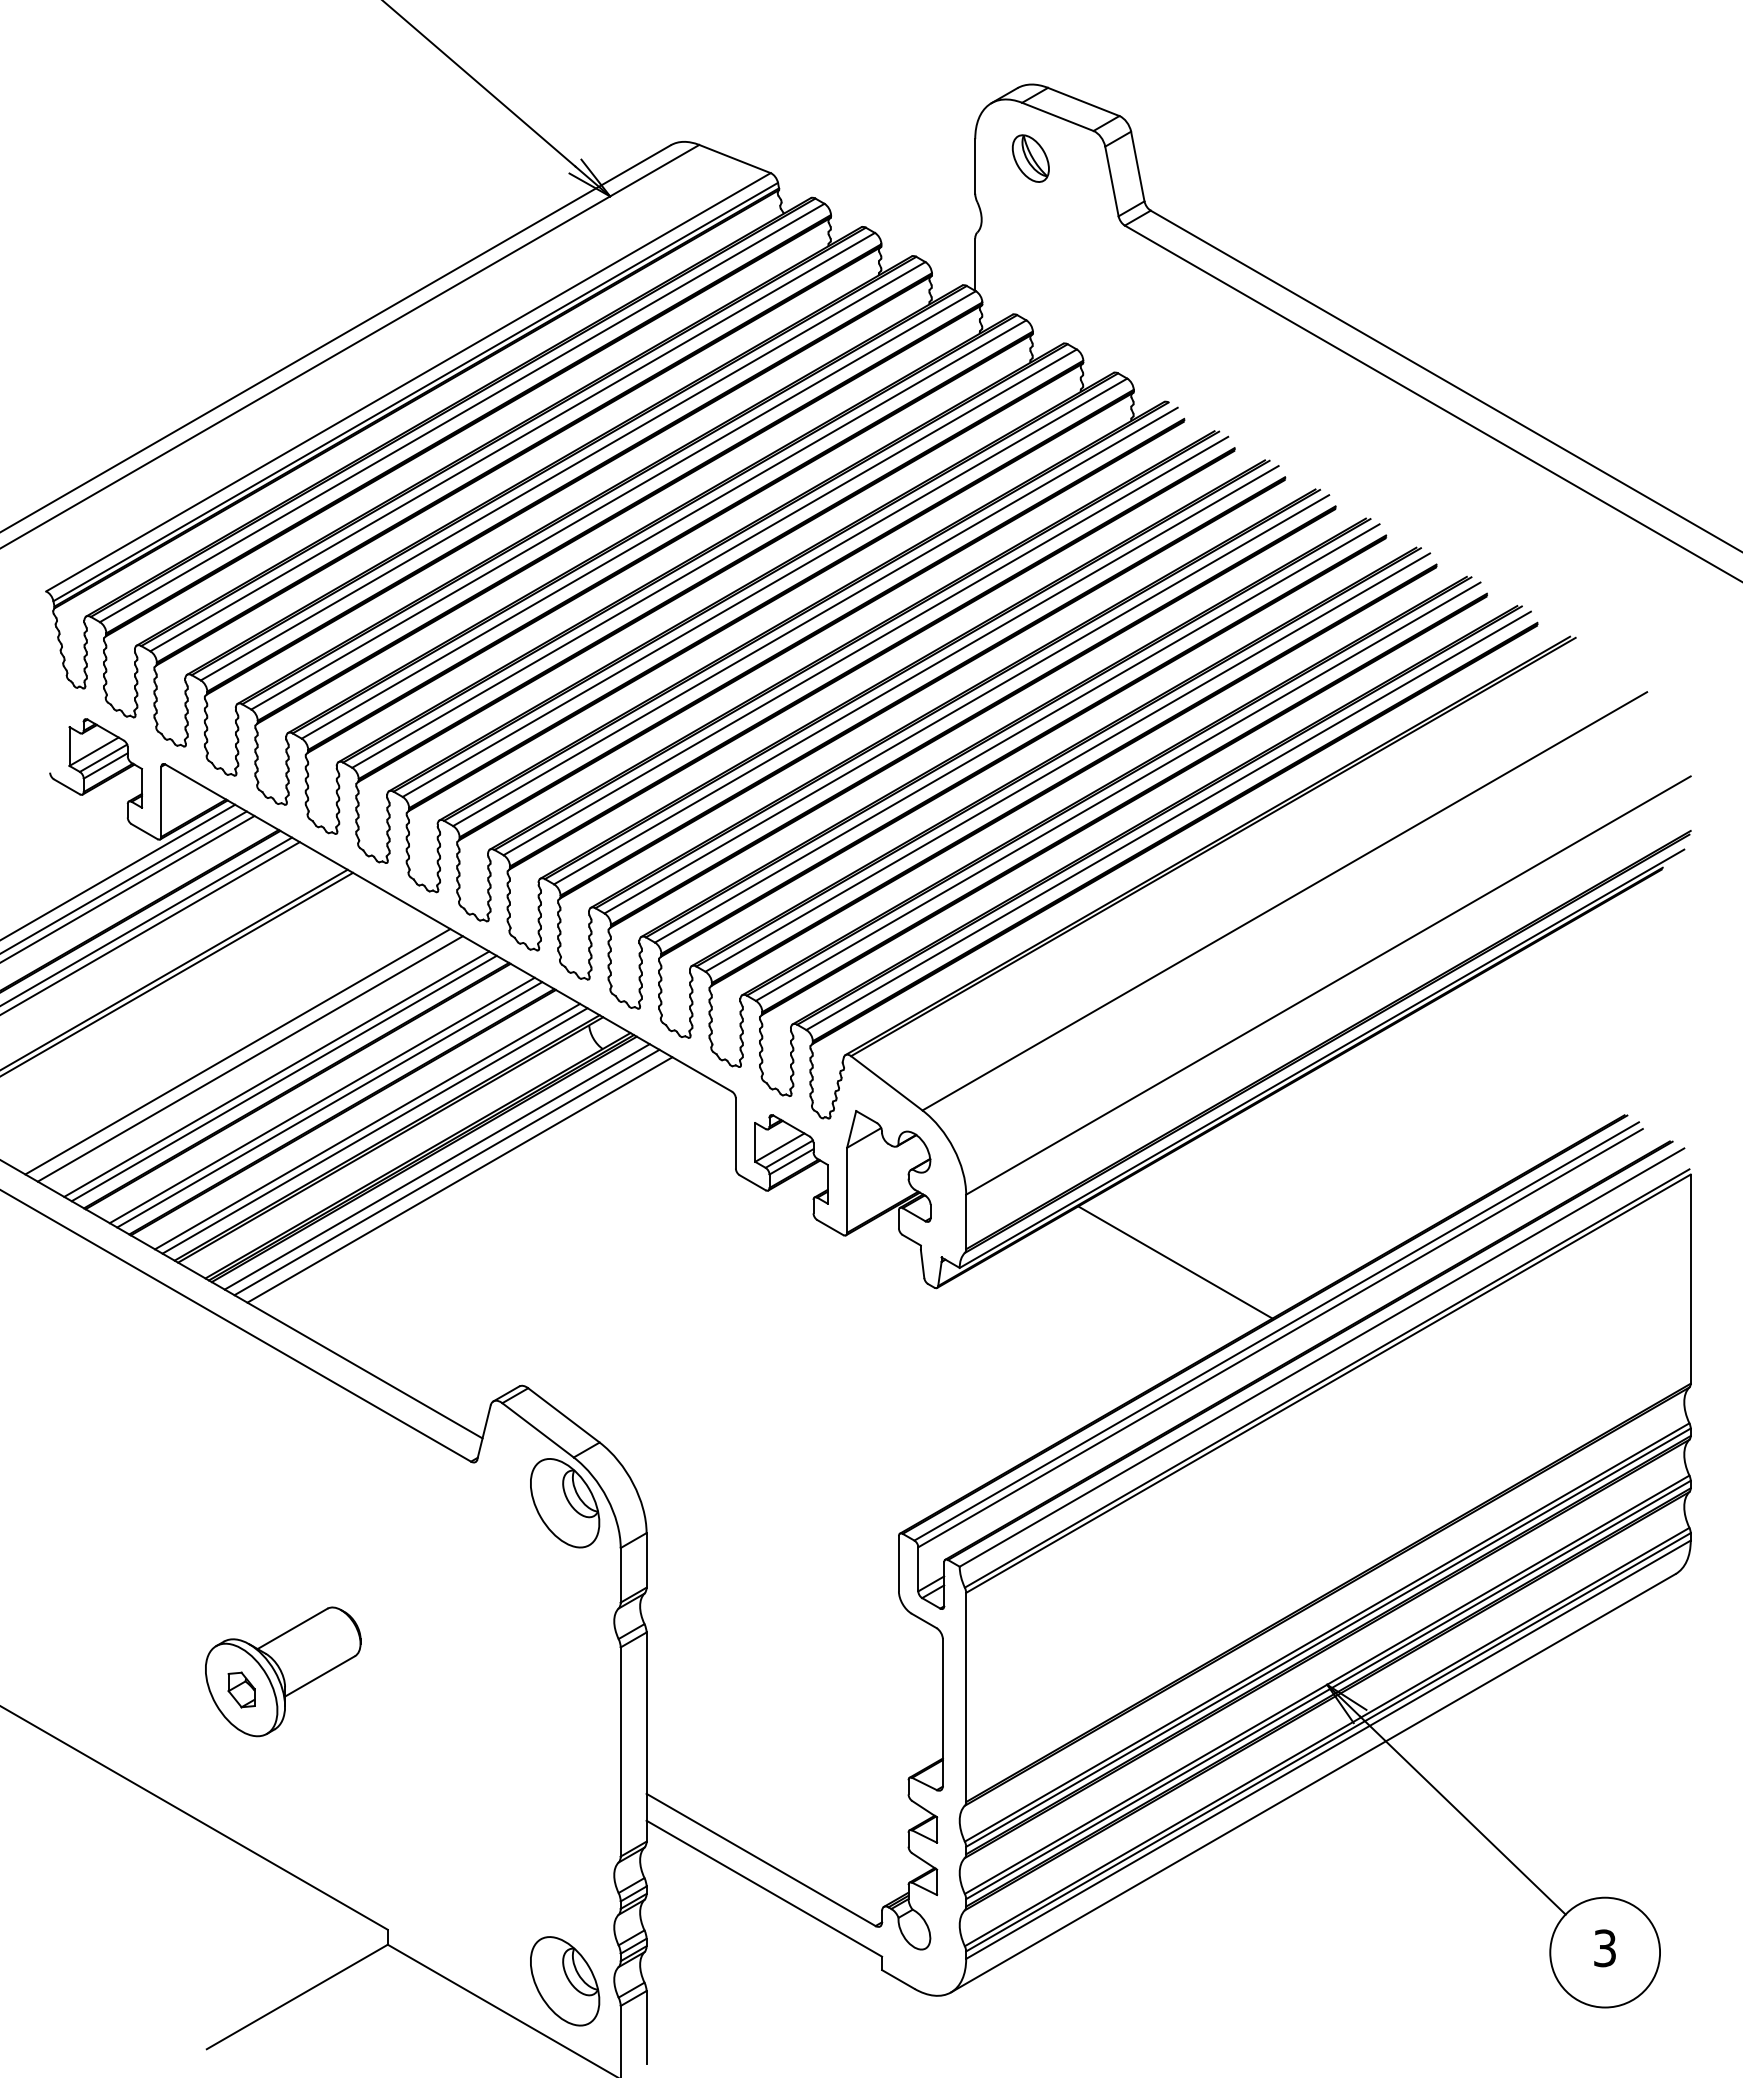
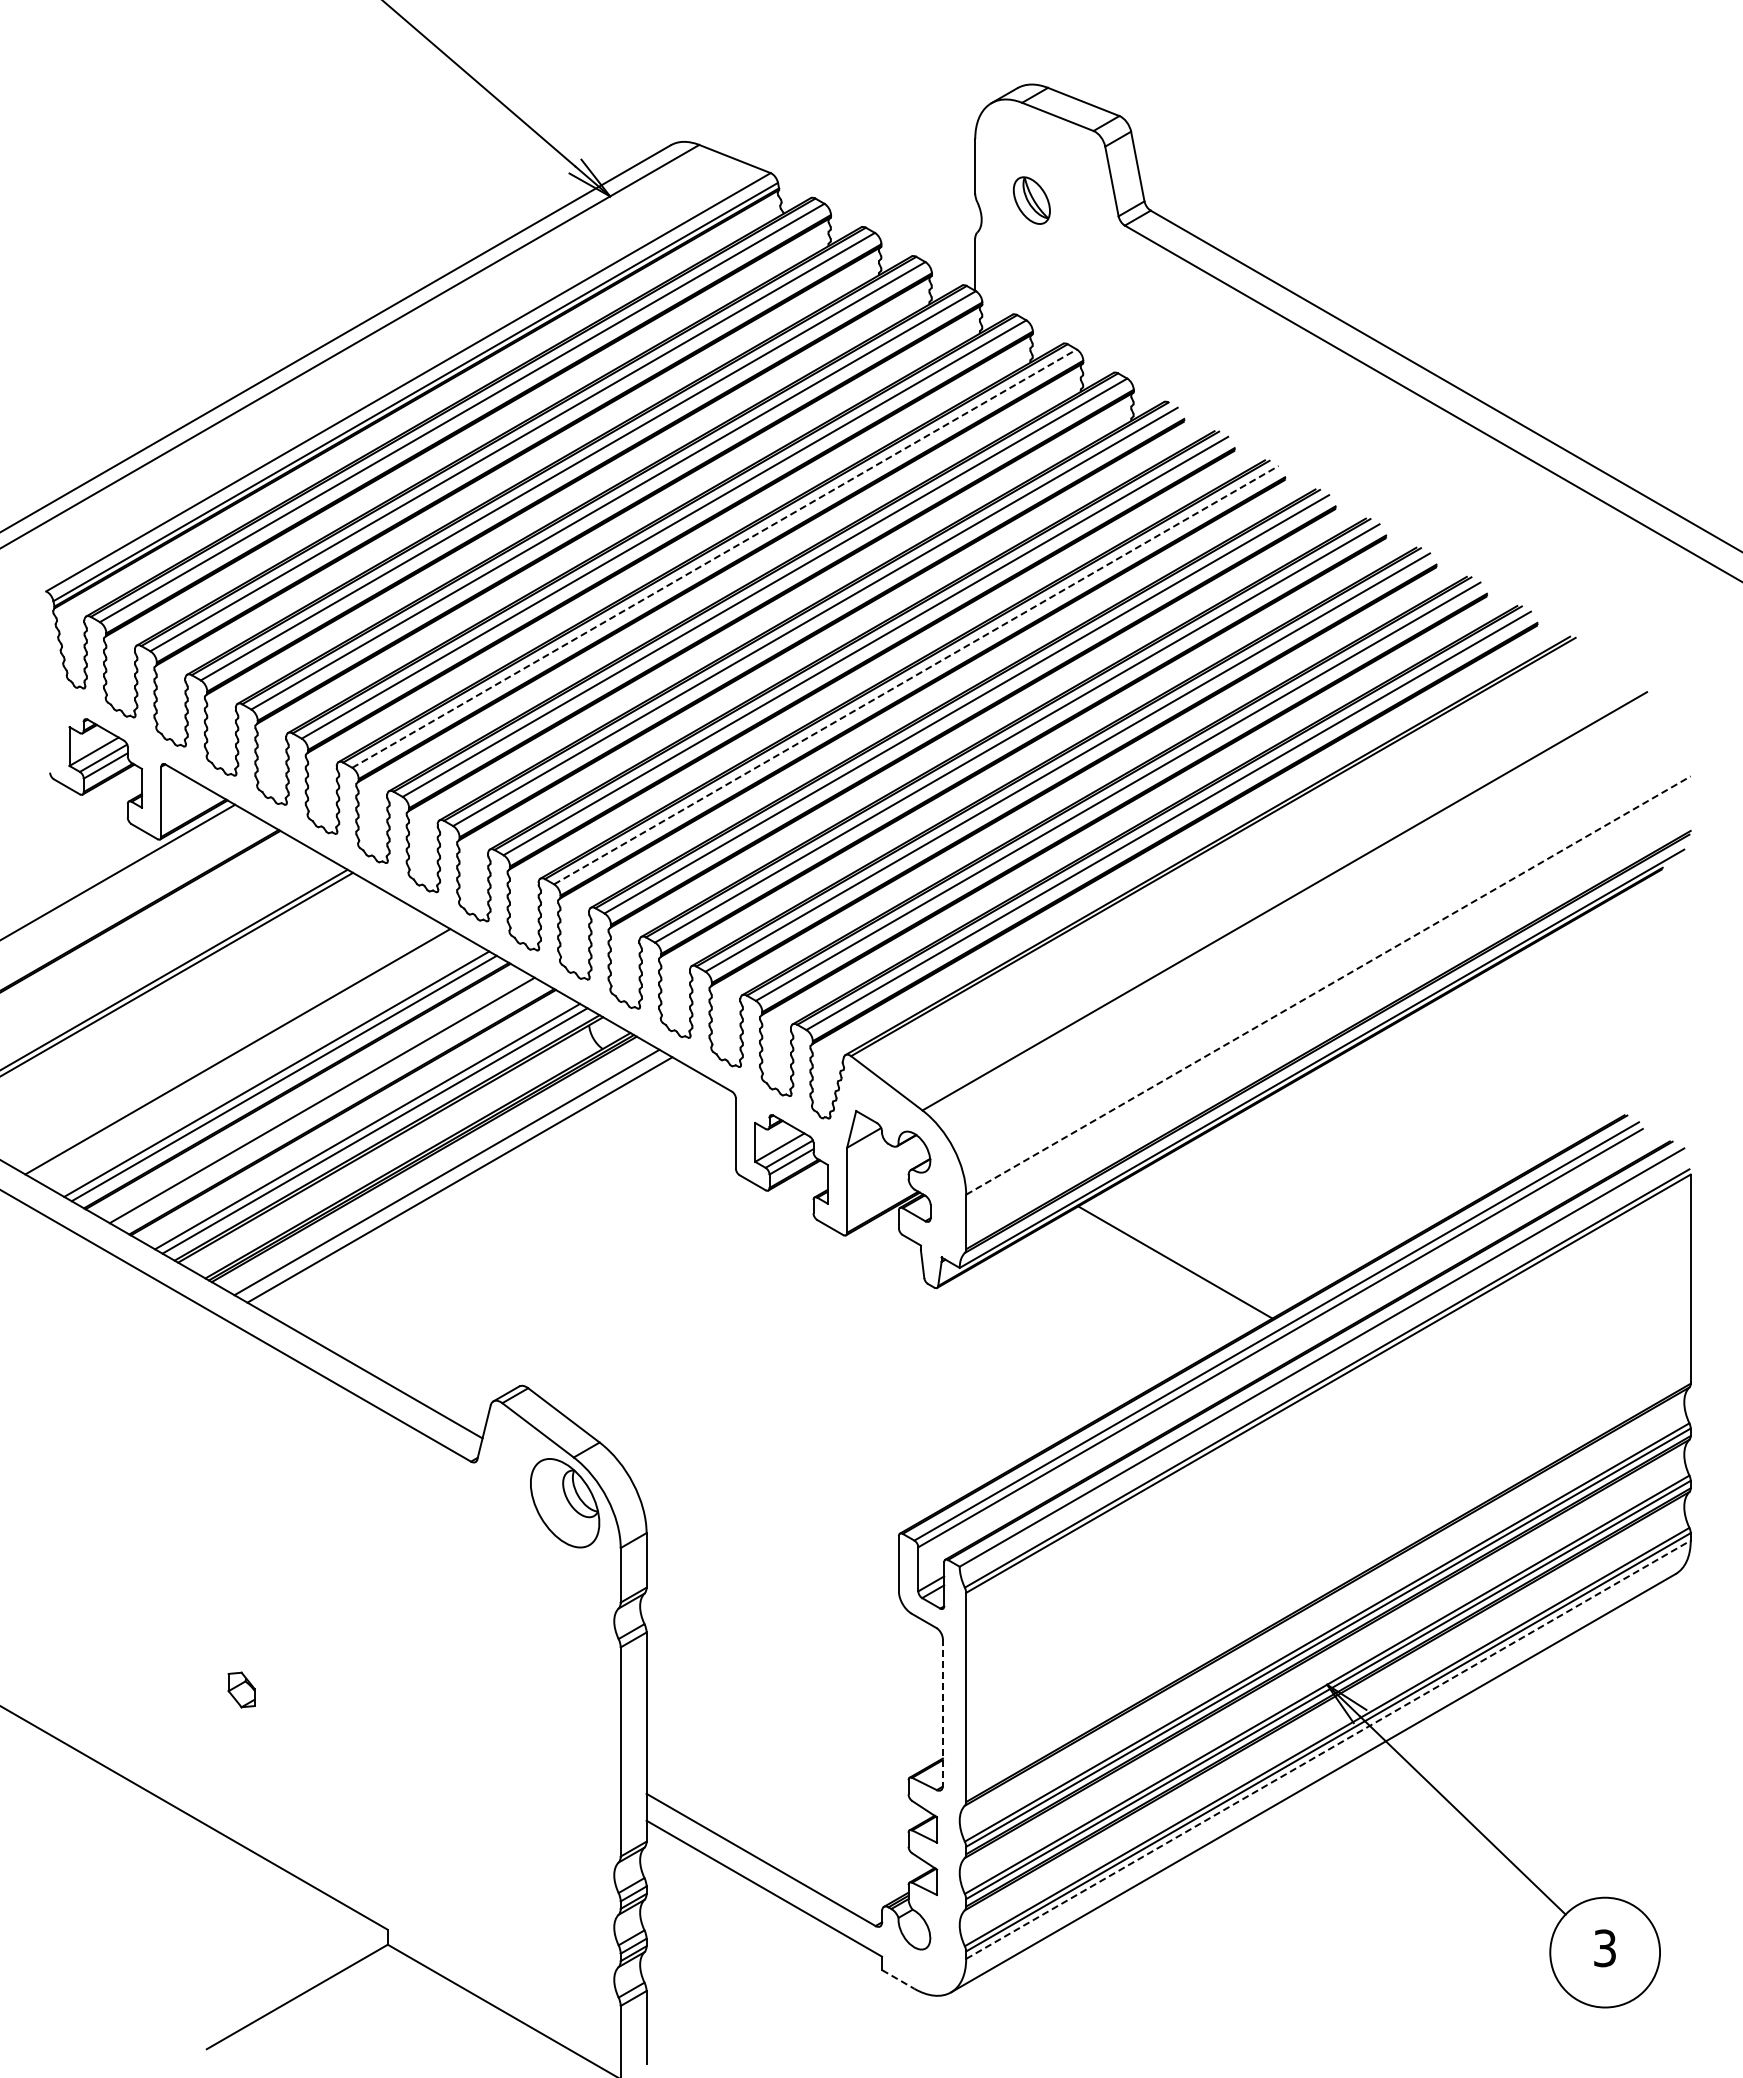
part at (1030, 158) position: (1030, 158) -> (1031, 200)
line at (714, 558): solid -> dashed
line at (916, 674): solid -> dashed
line at (124, 881): present -> none
line at (128, 888): present -> none
line at (147, 920): present -> none
line at (150, 927): present -> none
line at (1328, 985): solid -> dashed
line at (249, 1058): present -> none
line at (329, 1104): present -> none
line at (436, 1166): present -> none
part at (283, 1671): present -> none
line at (942, 1713): solid -> dashed
line at (1328, 1749): solid -> dashed
line at (898, 1979): solid -> dashed
part at (565, 1981): present -> none
